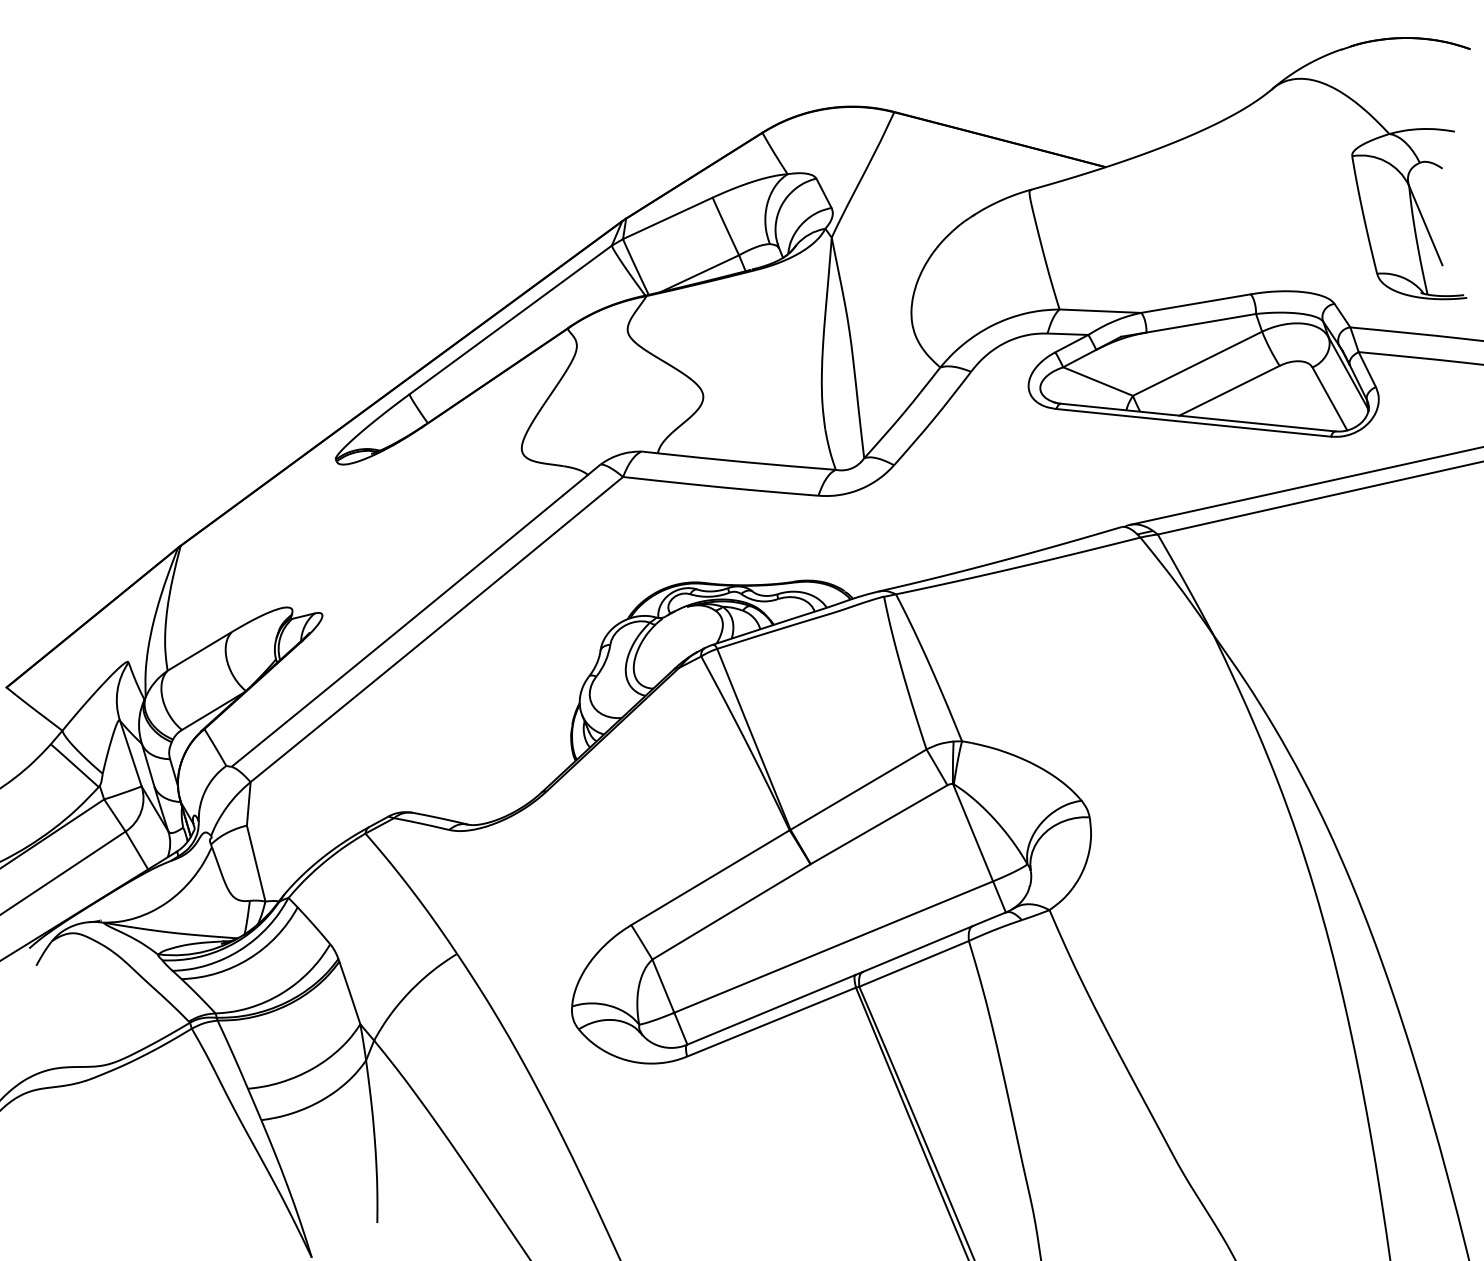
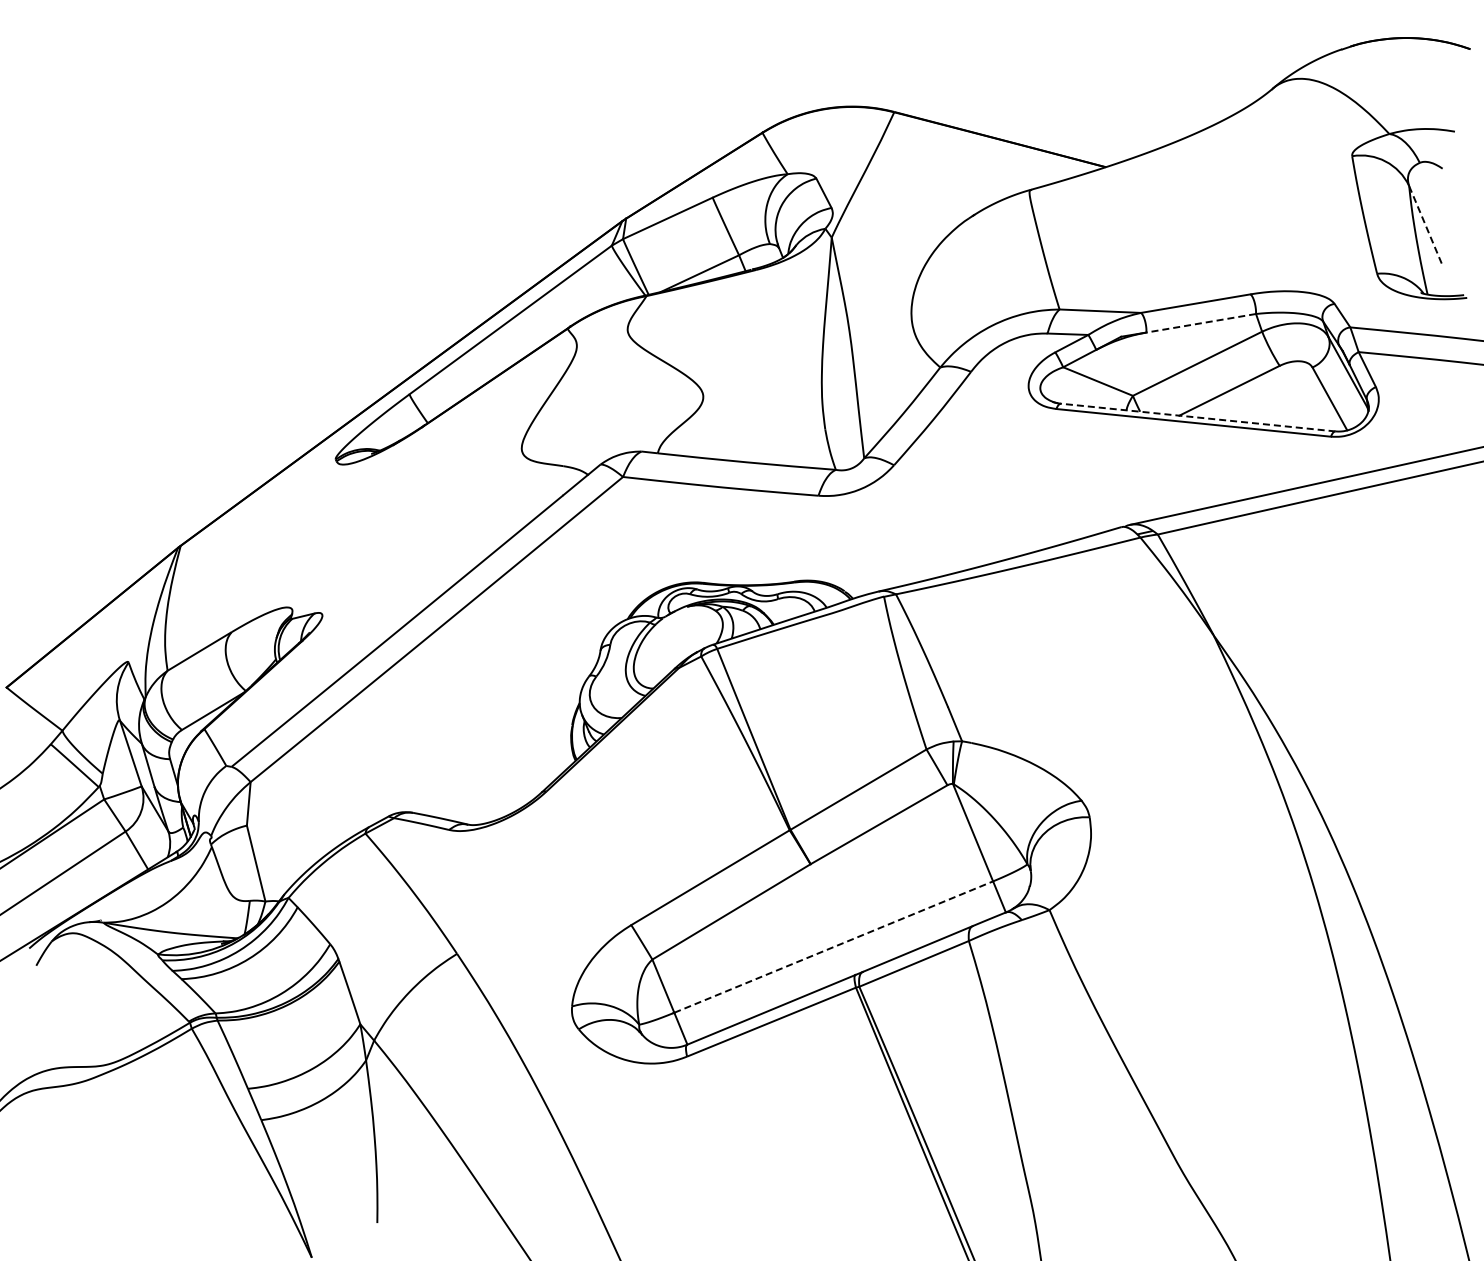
line at (1425, 225): solid -> dashed
line at (1201, 323): solid -> dashed
line at (1198, 417): solid -> dashed
line at (834, 946): solid -> dashed
